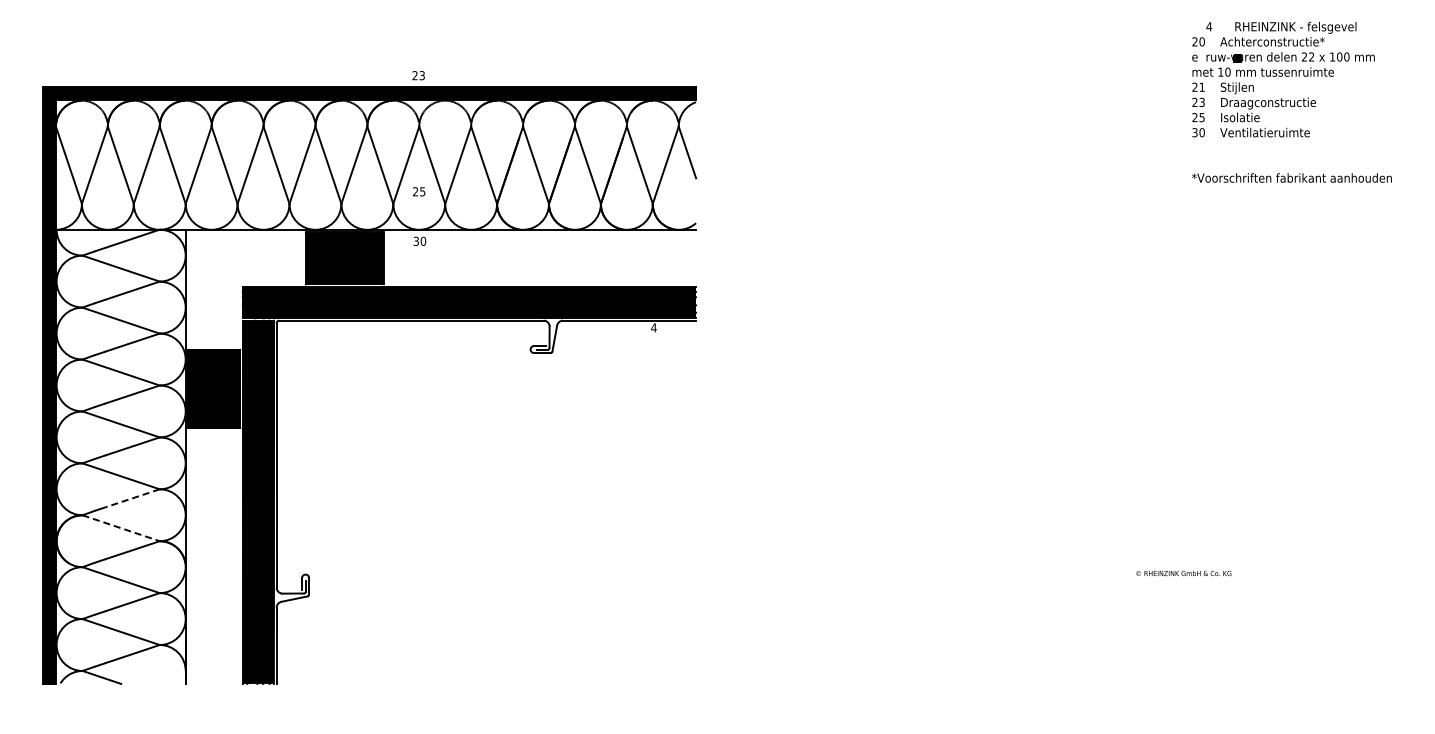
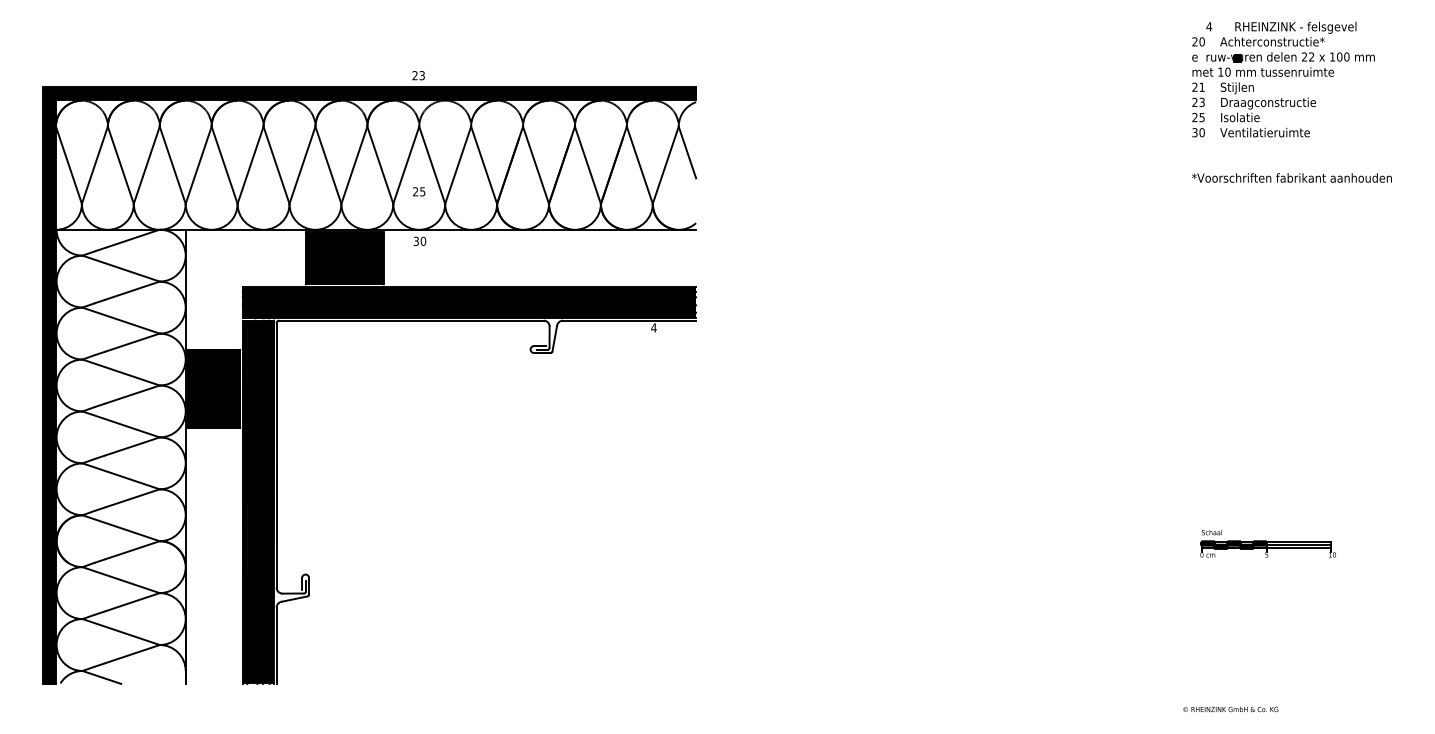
line at (132, 498): dashed -> solid
line at (121, 528): dashed -> solid
part at (1267, 543): none -> present
text at (1183, 573) position: (1183, 573) -> (1230, 709)
